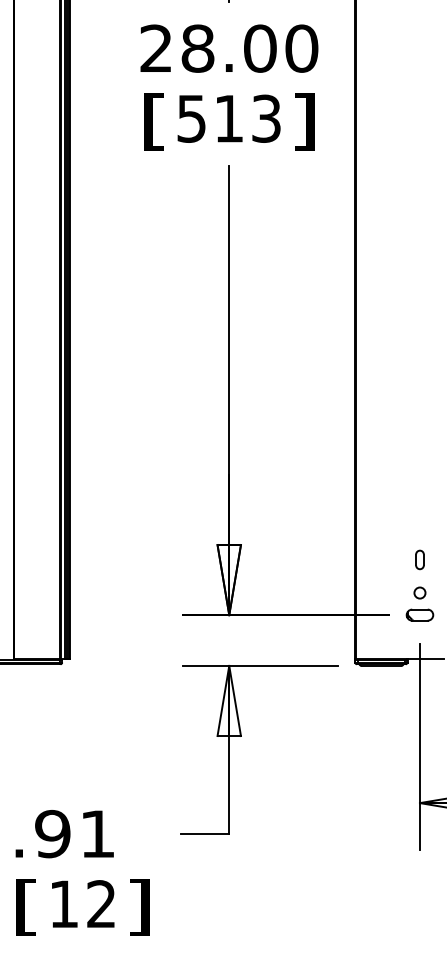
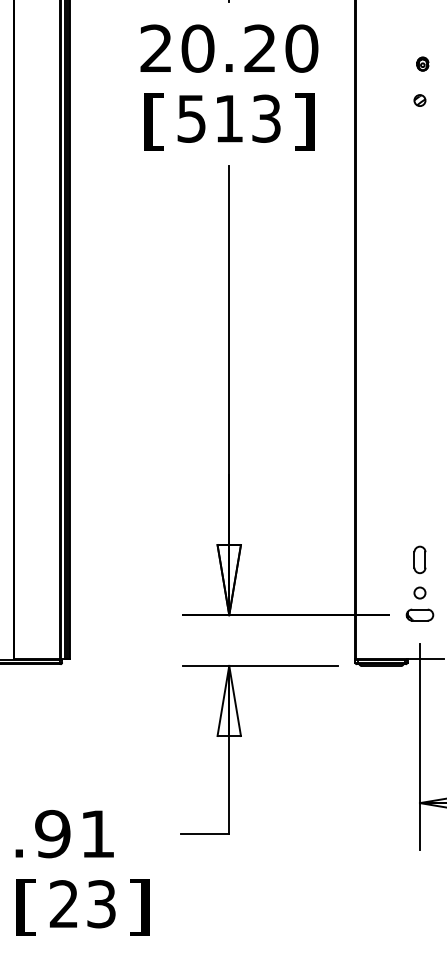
text at (228, 48): 28.00 -> 20.20
part at (422, 63): none -> present
part at (419, 100): none -> present
part at (419, 559) size: 10x22 px -> 14x30 px
text at (82, 904): 12 -> 23
